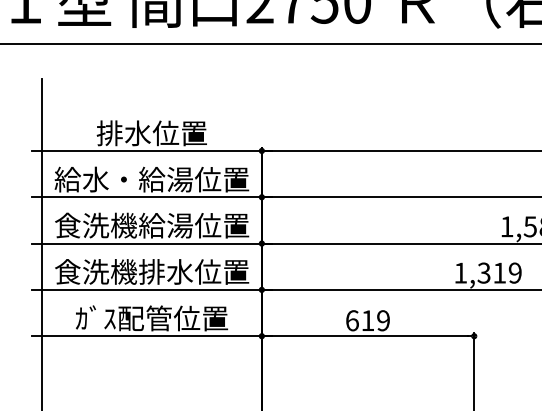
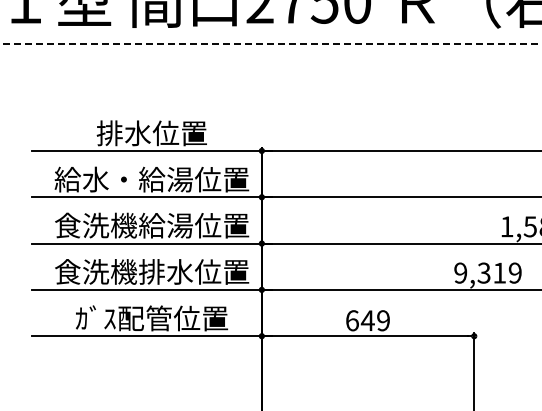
line at (271, 43): solid -> dashed
line at (42, 243): present -> none
text at (460, 272): 1,319 -> 9,319
text at (367, 320): 619 -> 649
